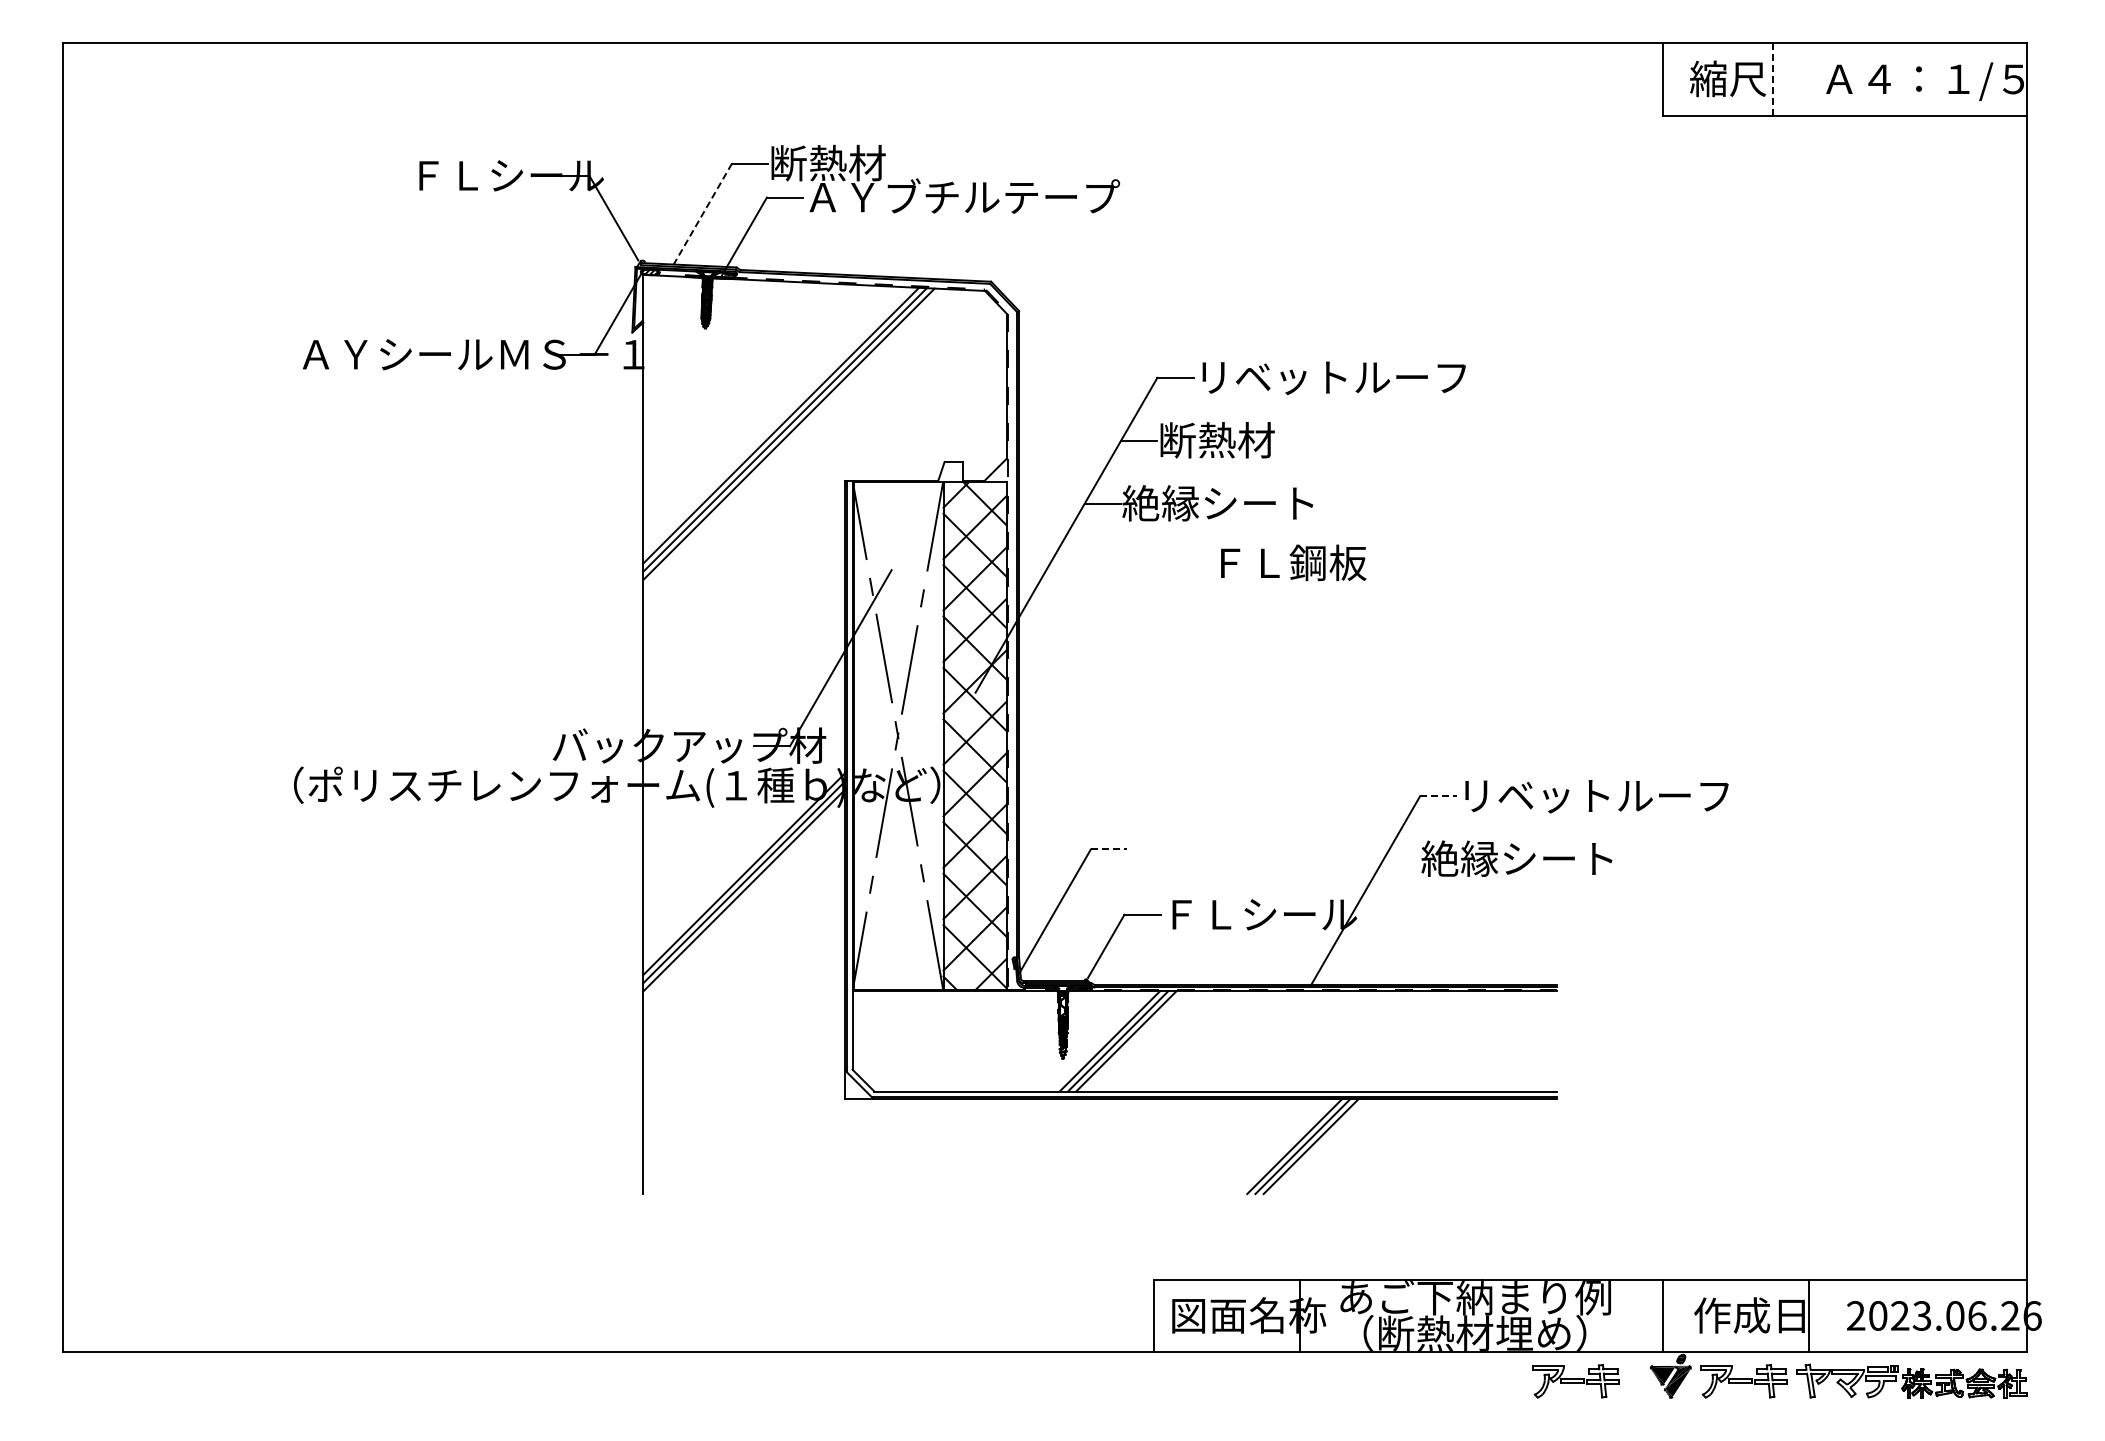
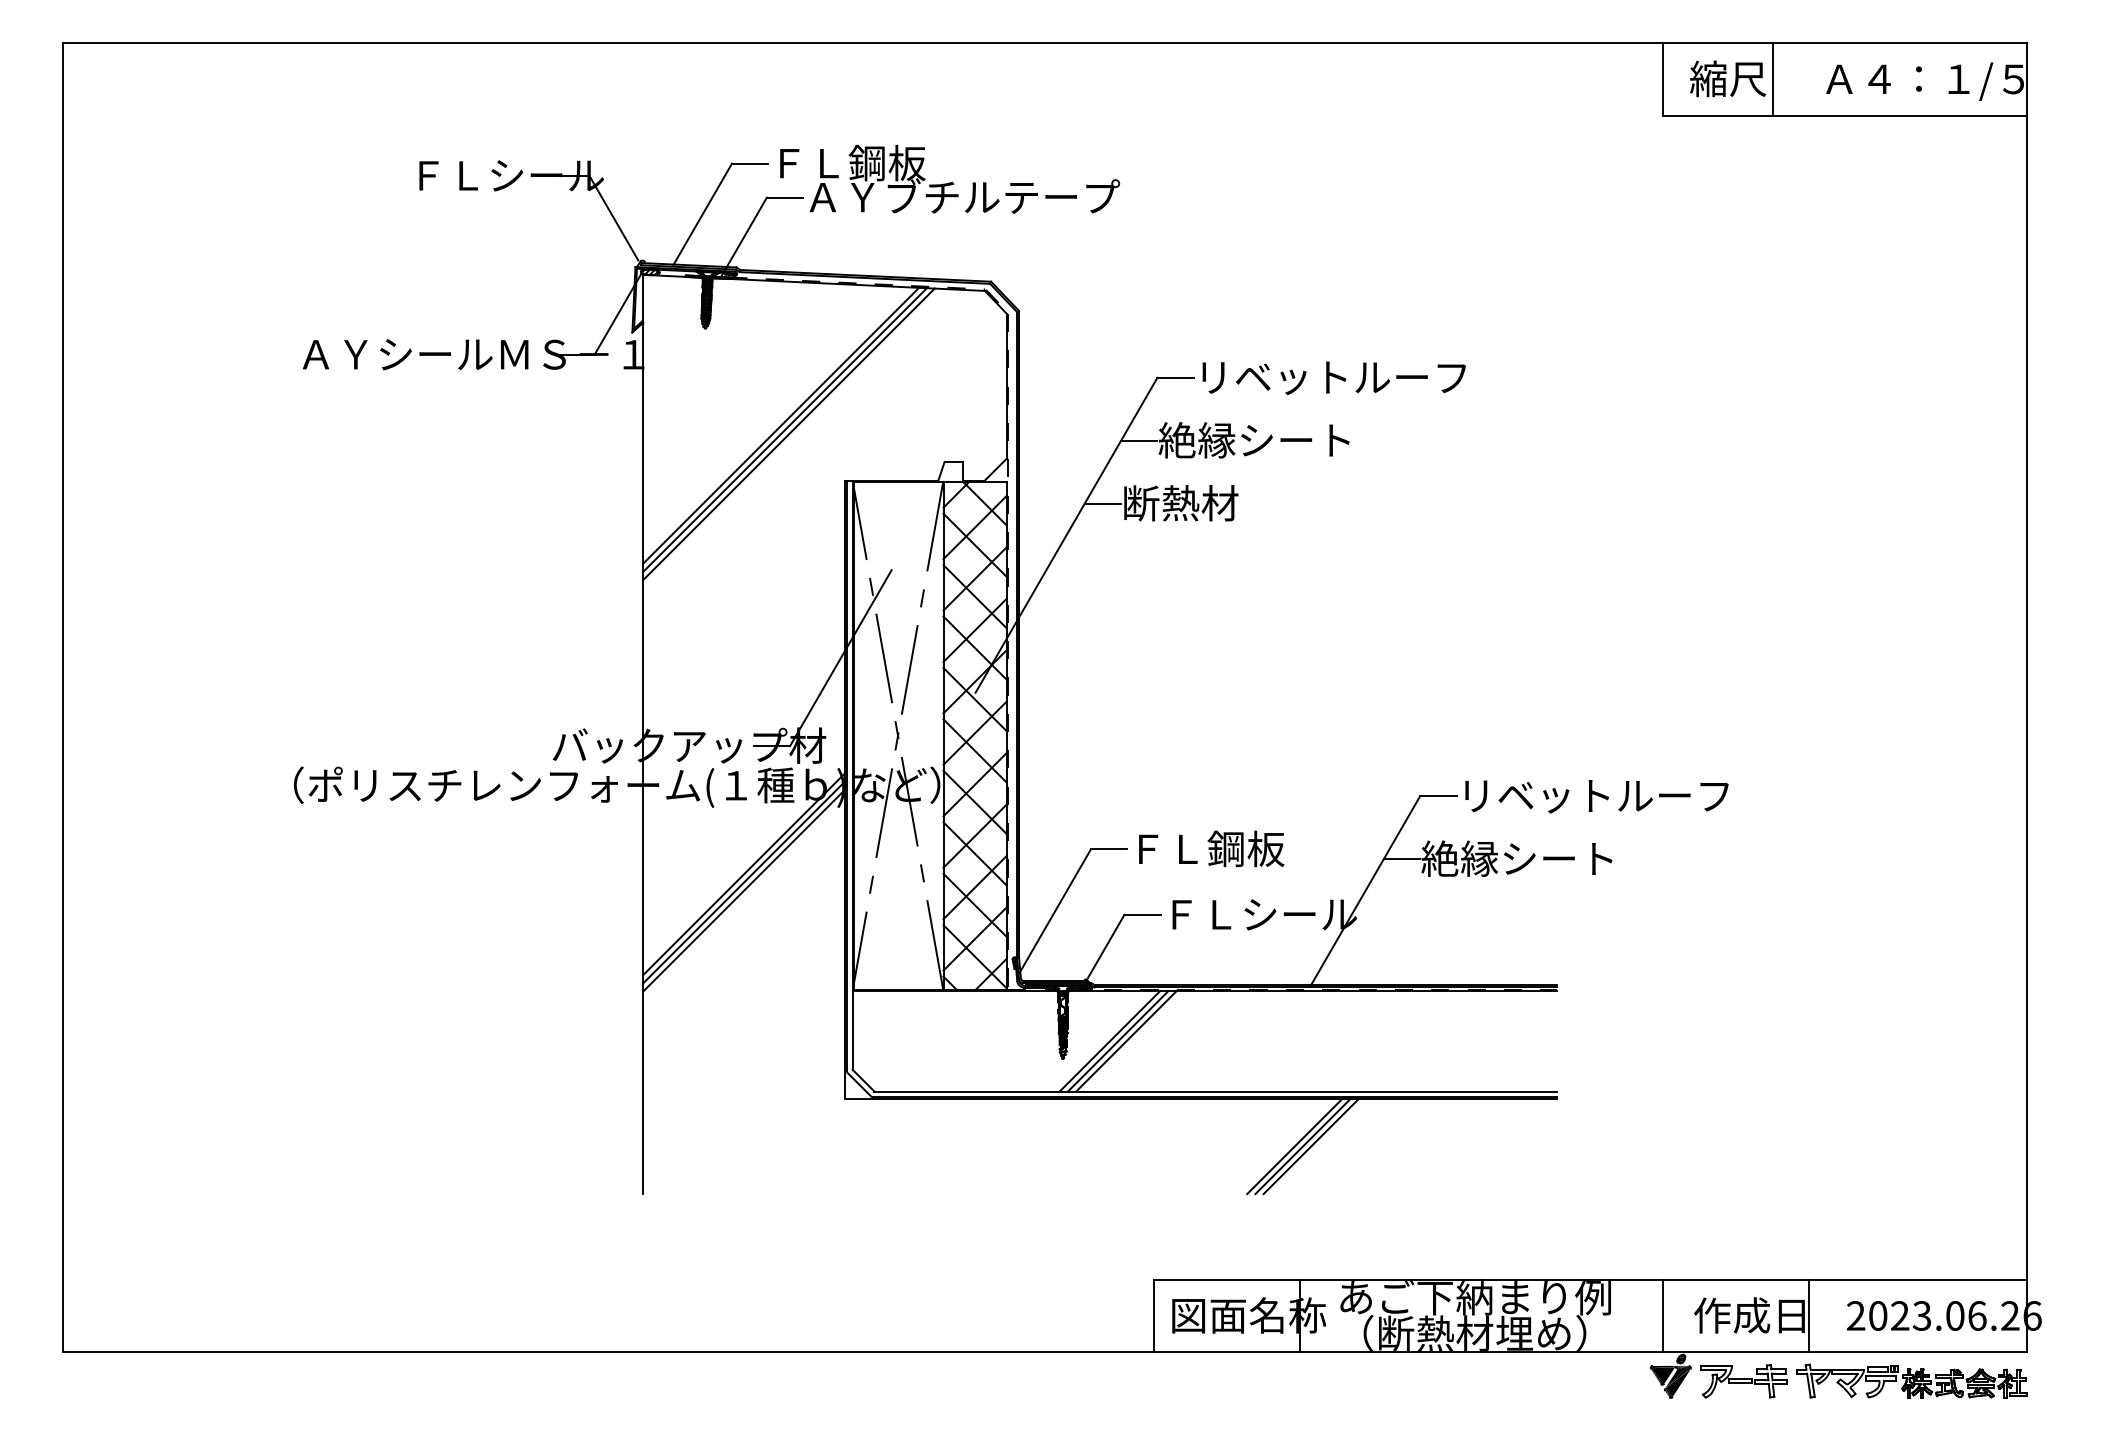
line at (1772, 79): dashed -> solid
text at (848, 162): 断熱材 -> ＦＬ鋼板
line at (702, 214): dashed -> solid
text at (1253, 440): 断熱材 -> 絶縁シート
text at (1217, 503): 絶縁シート -> 断熱材
text at (1293, 562) position: (1293, 562) -> (1211, 848)
line at (1438, 796): dashed -> solid
line at (1109, 849): dashed -> solid
line at (1401, 859): none -> present
part at (1575, 1381): present -> none
